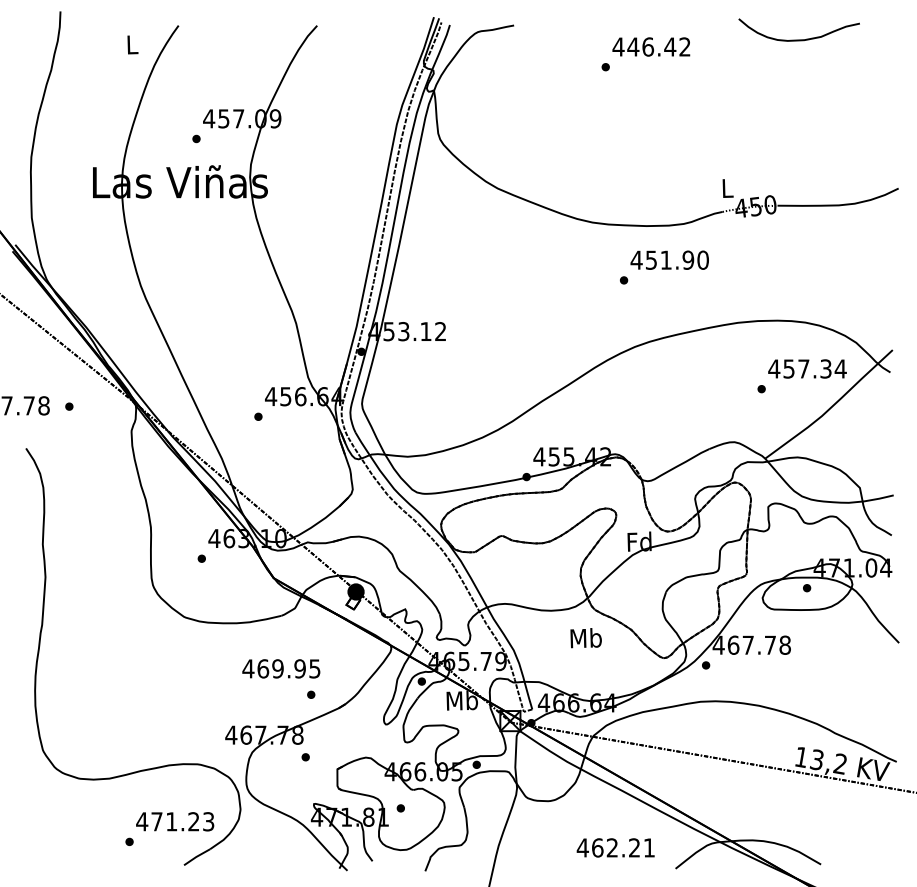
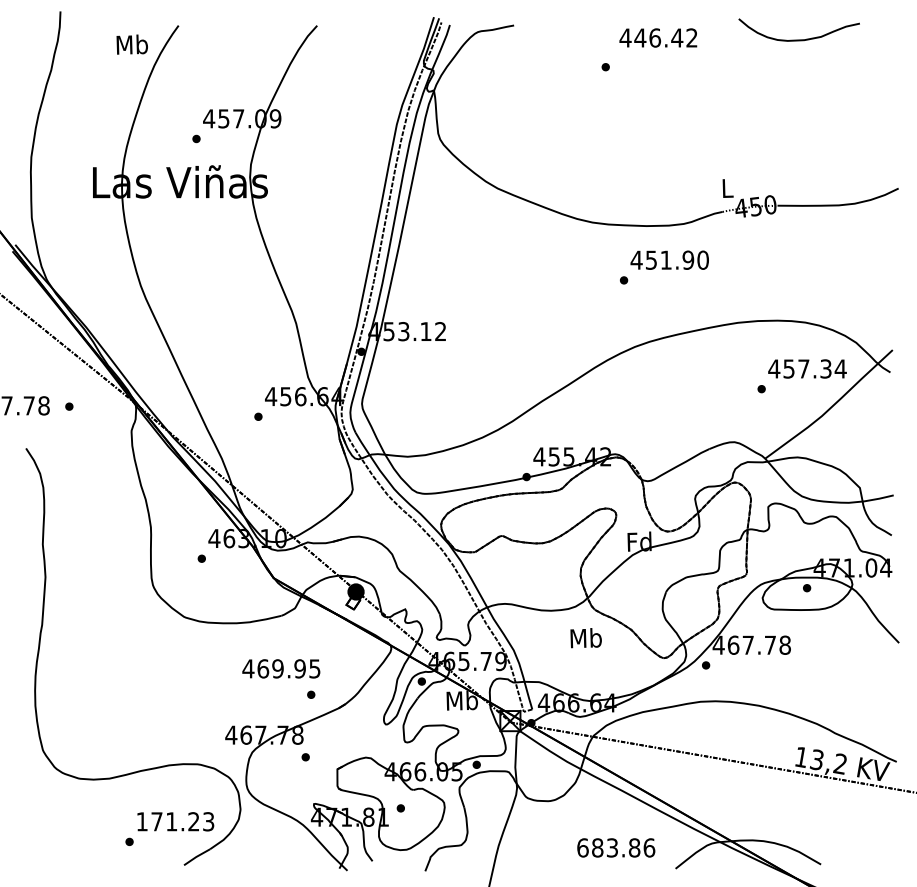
text at (131, 44): L -> Mb
text at (651, 46) position: (651, 46) -> (658, 37)
text at (142, 821): 471.23 -> 171.23
text at (615, 847): 462.21 -> 683.86
